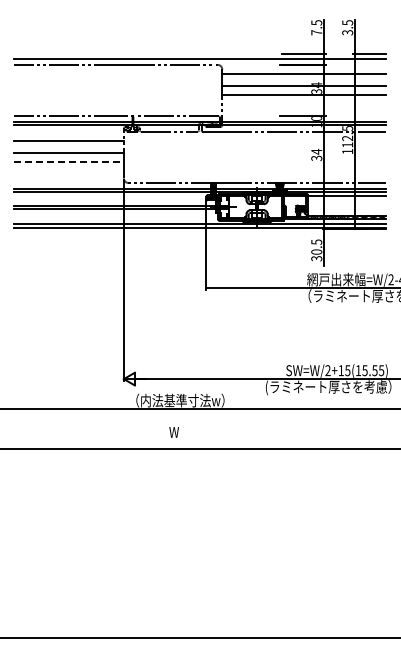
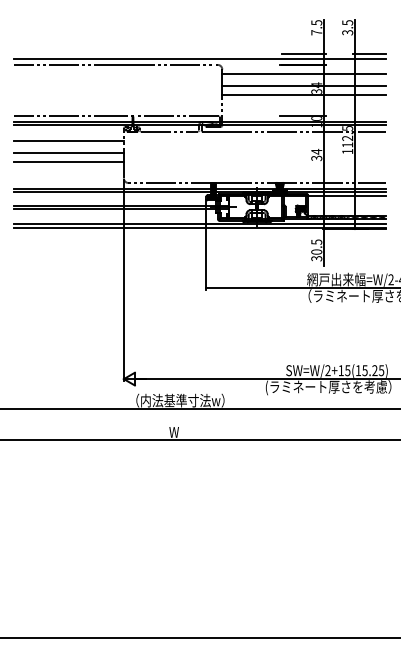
line at (68, 161): dashed -> solid
text at (374, 370): SW=W/2+15(15.55) -> SW=W/2+15(15.25)
line at (199, 448) position: (199, 448) -> (199, 439)
